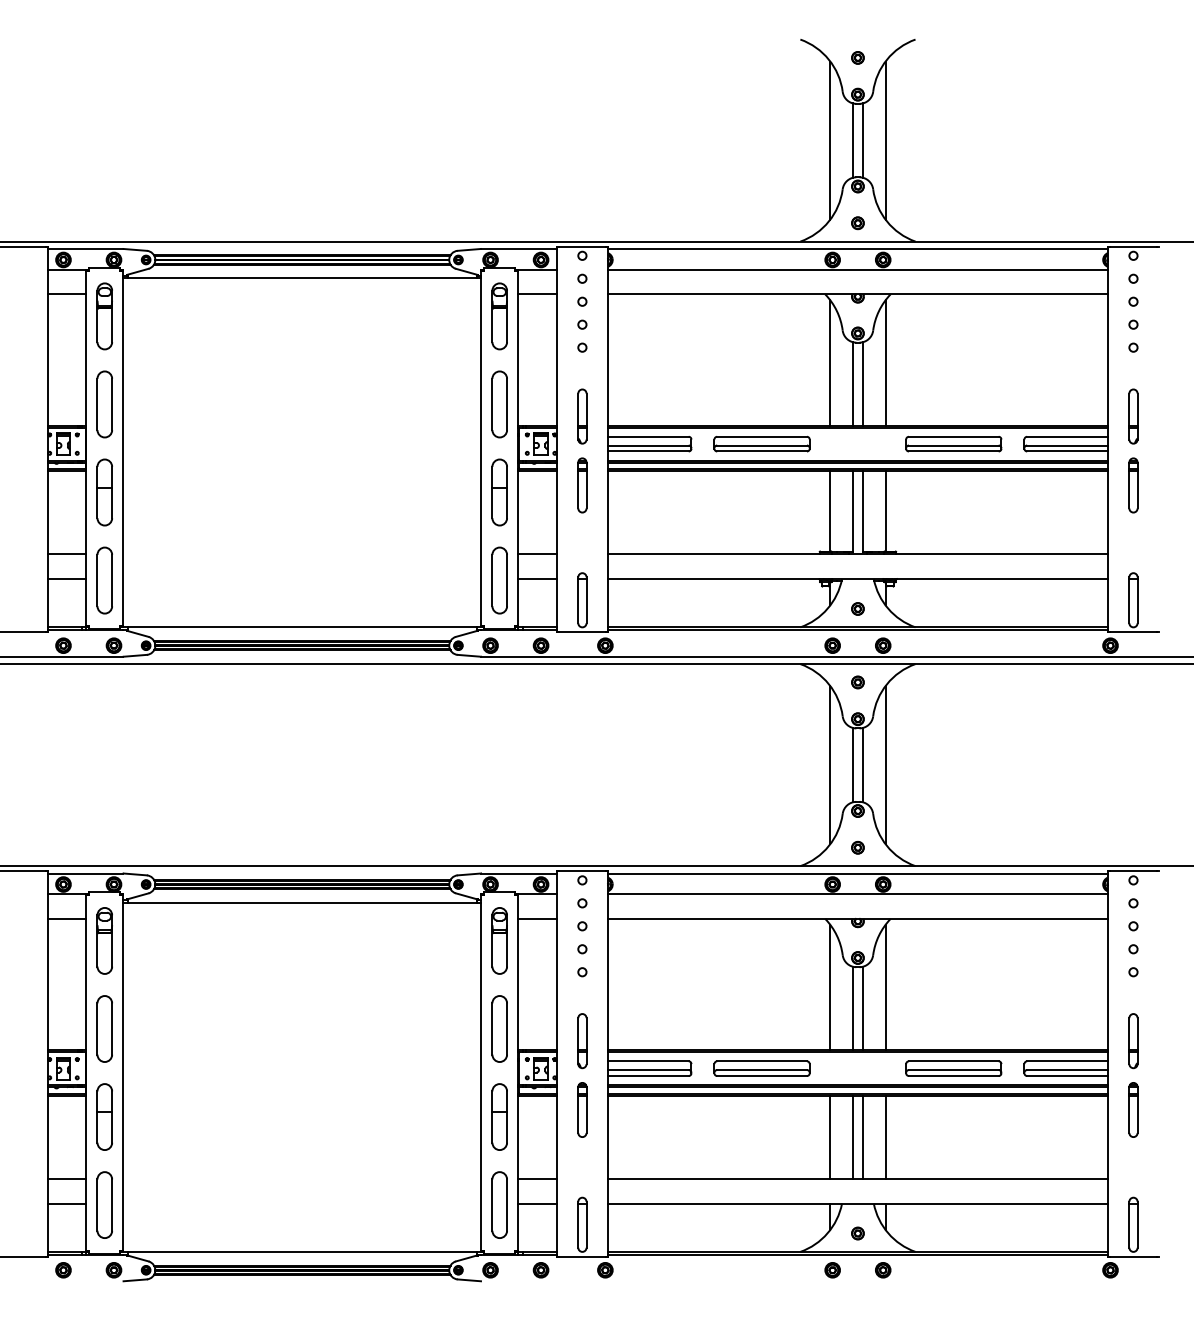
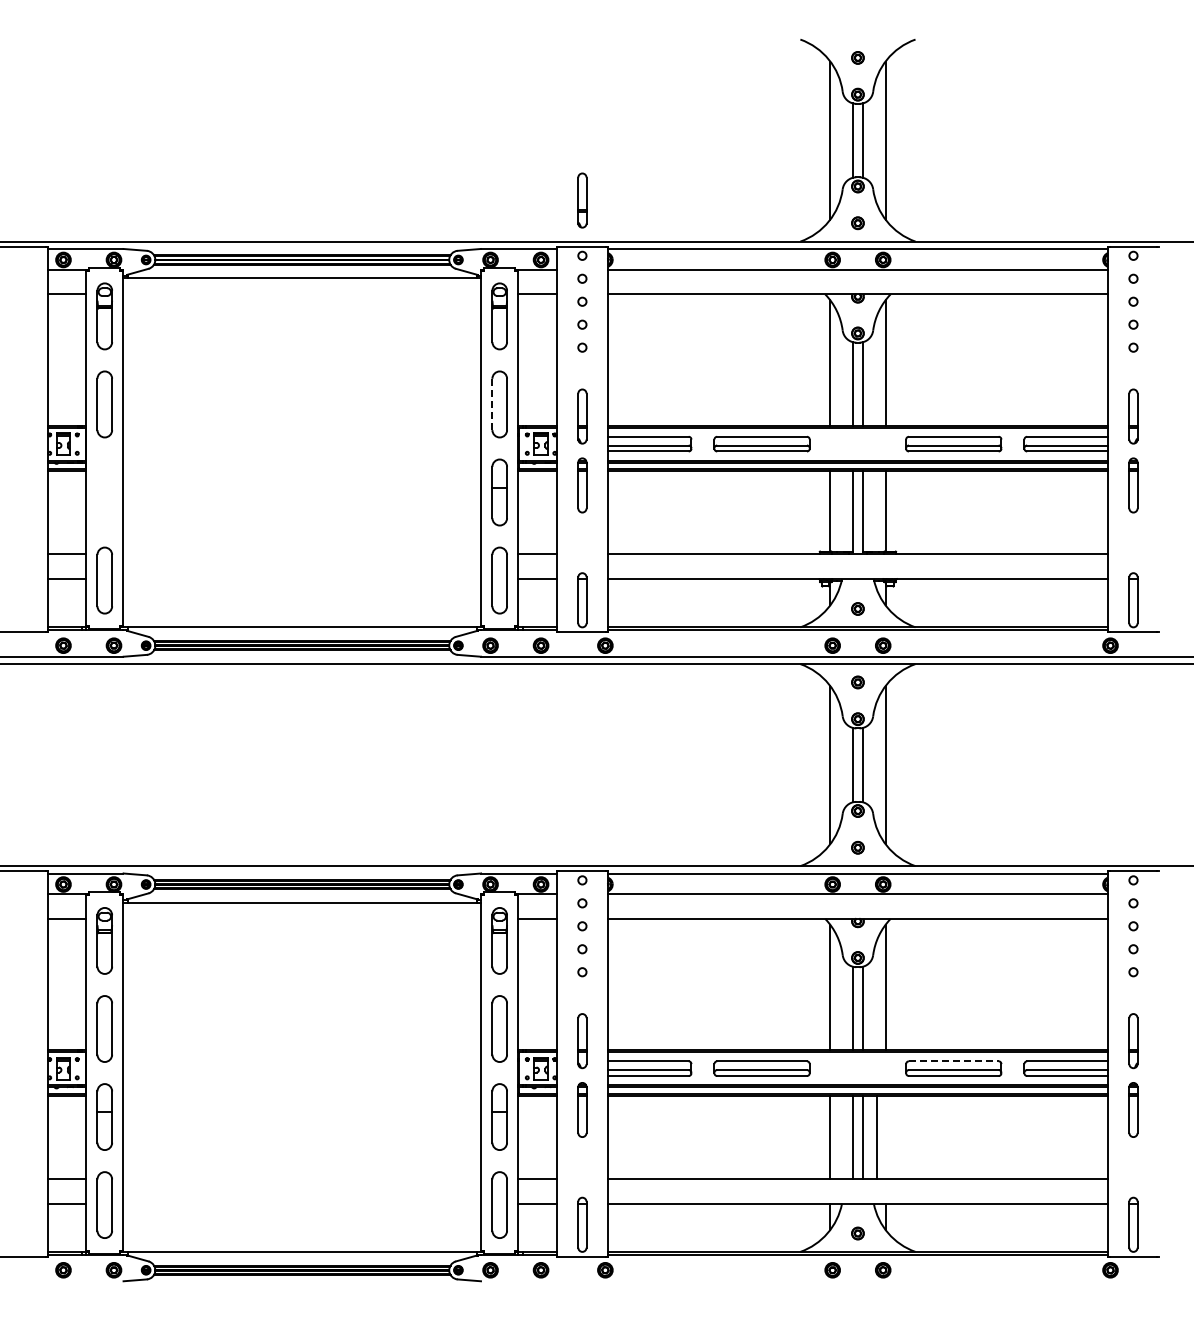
part at (582, 200): none -> present
line at (492, 404): solid -> dashed
part at (104, 492): present -> none
line at (953, 1061): solid -> dashed
line at (885, 1136) position: (885, 1136) -> (876, 1136)
